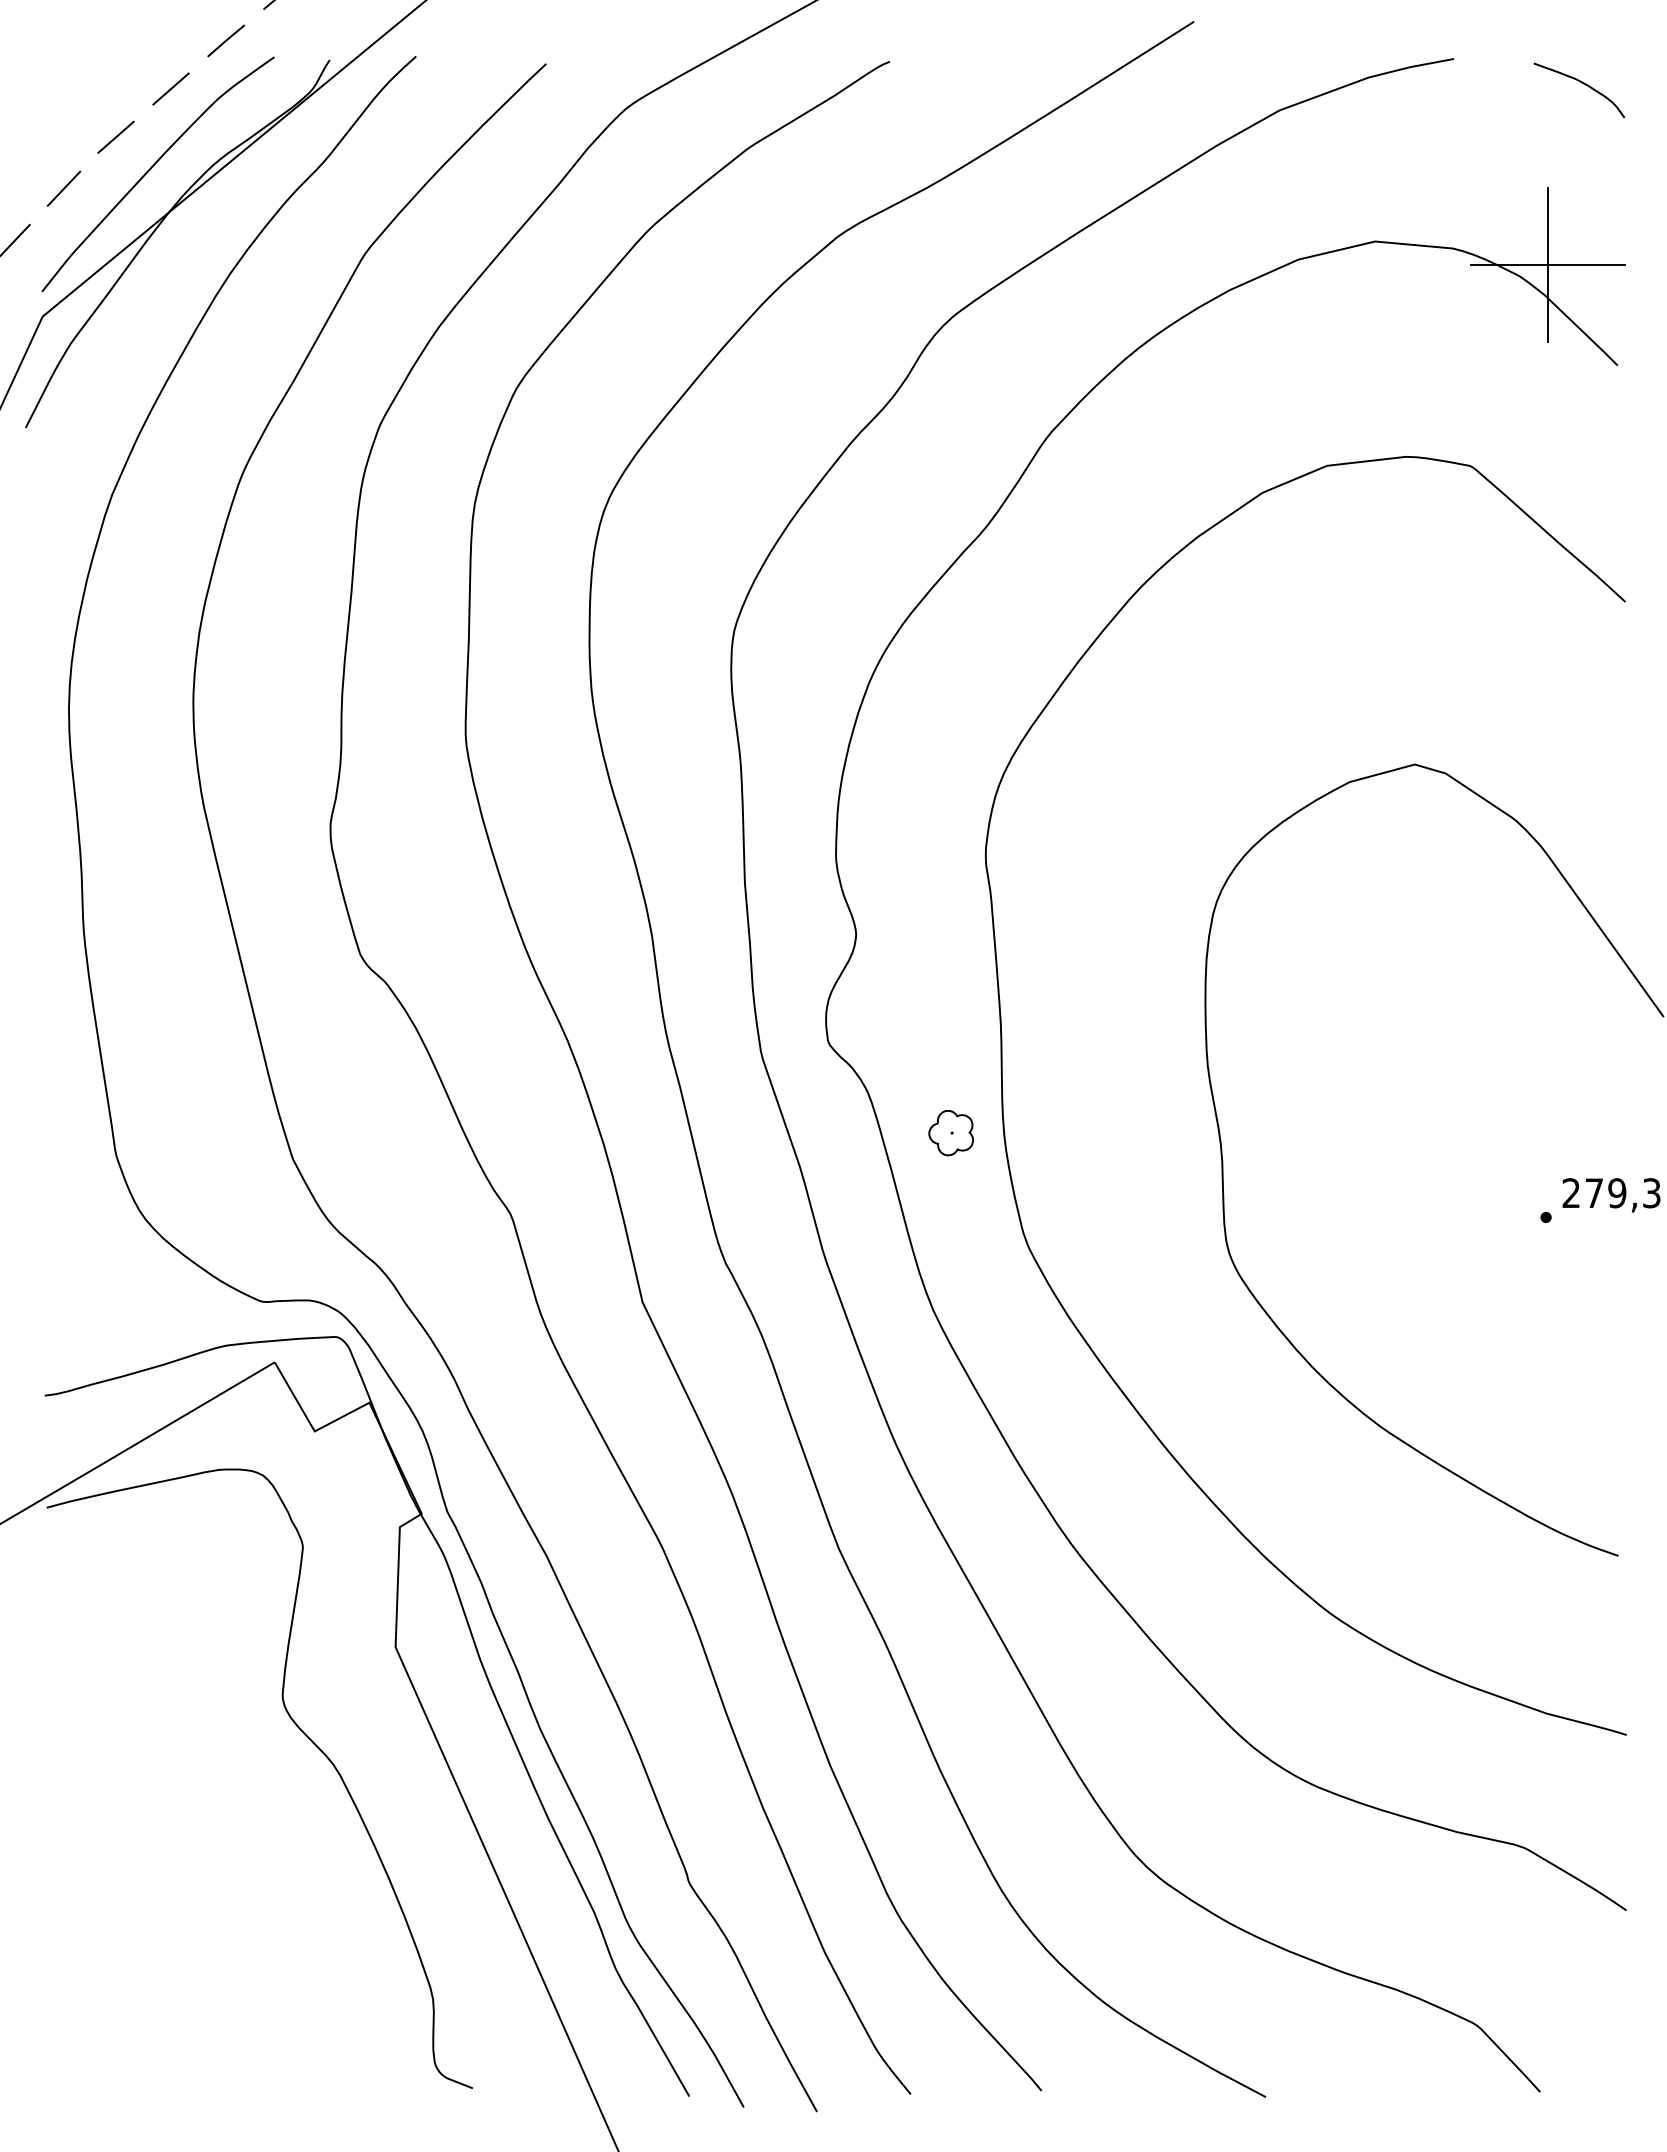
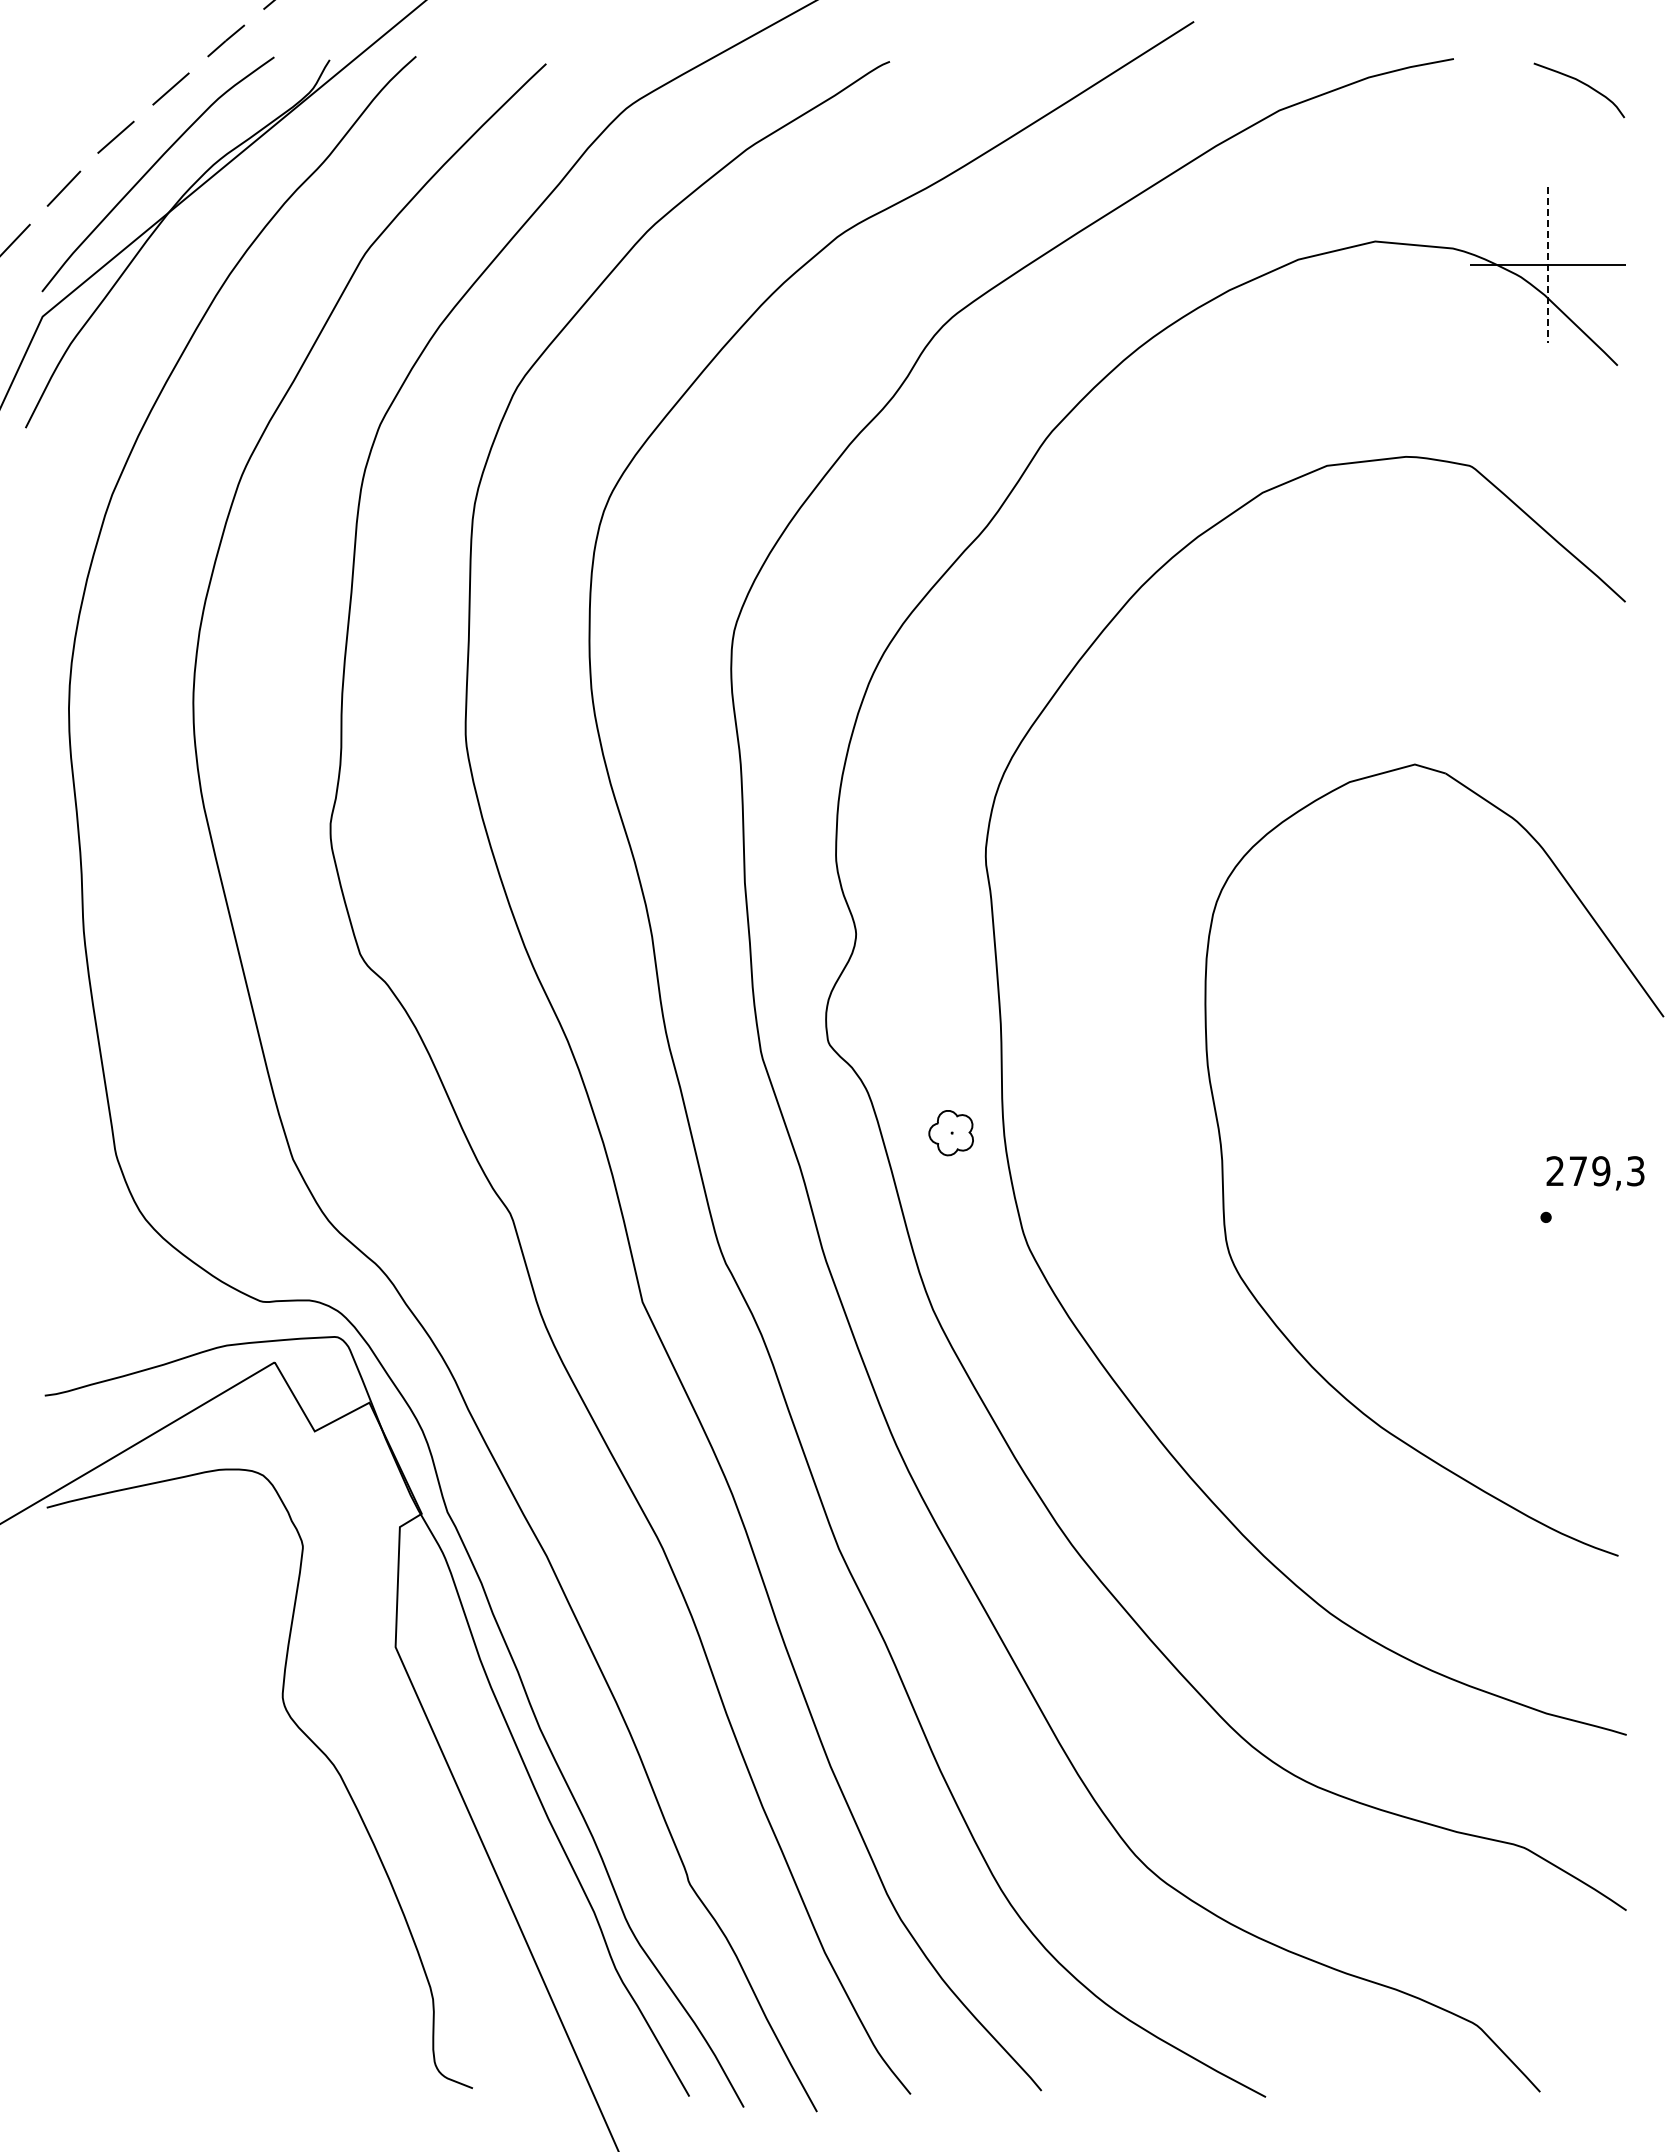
line at (1547, 265): solid -> dashed
text at (1611, 1195) position: (1611, 1195) -> (1595, 1173)
